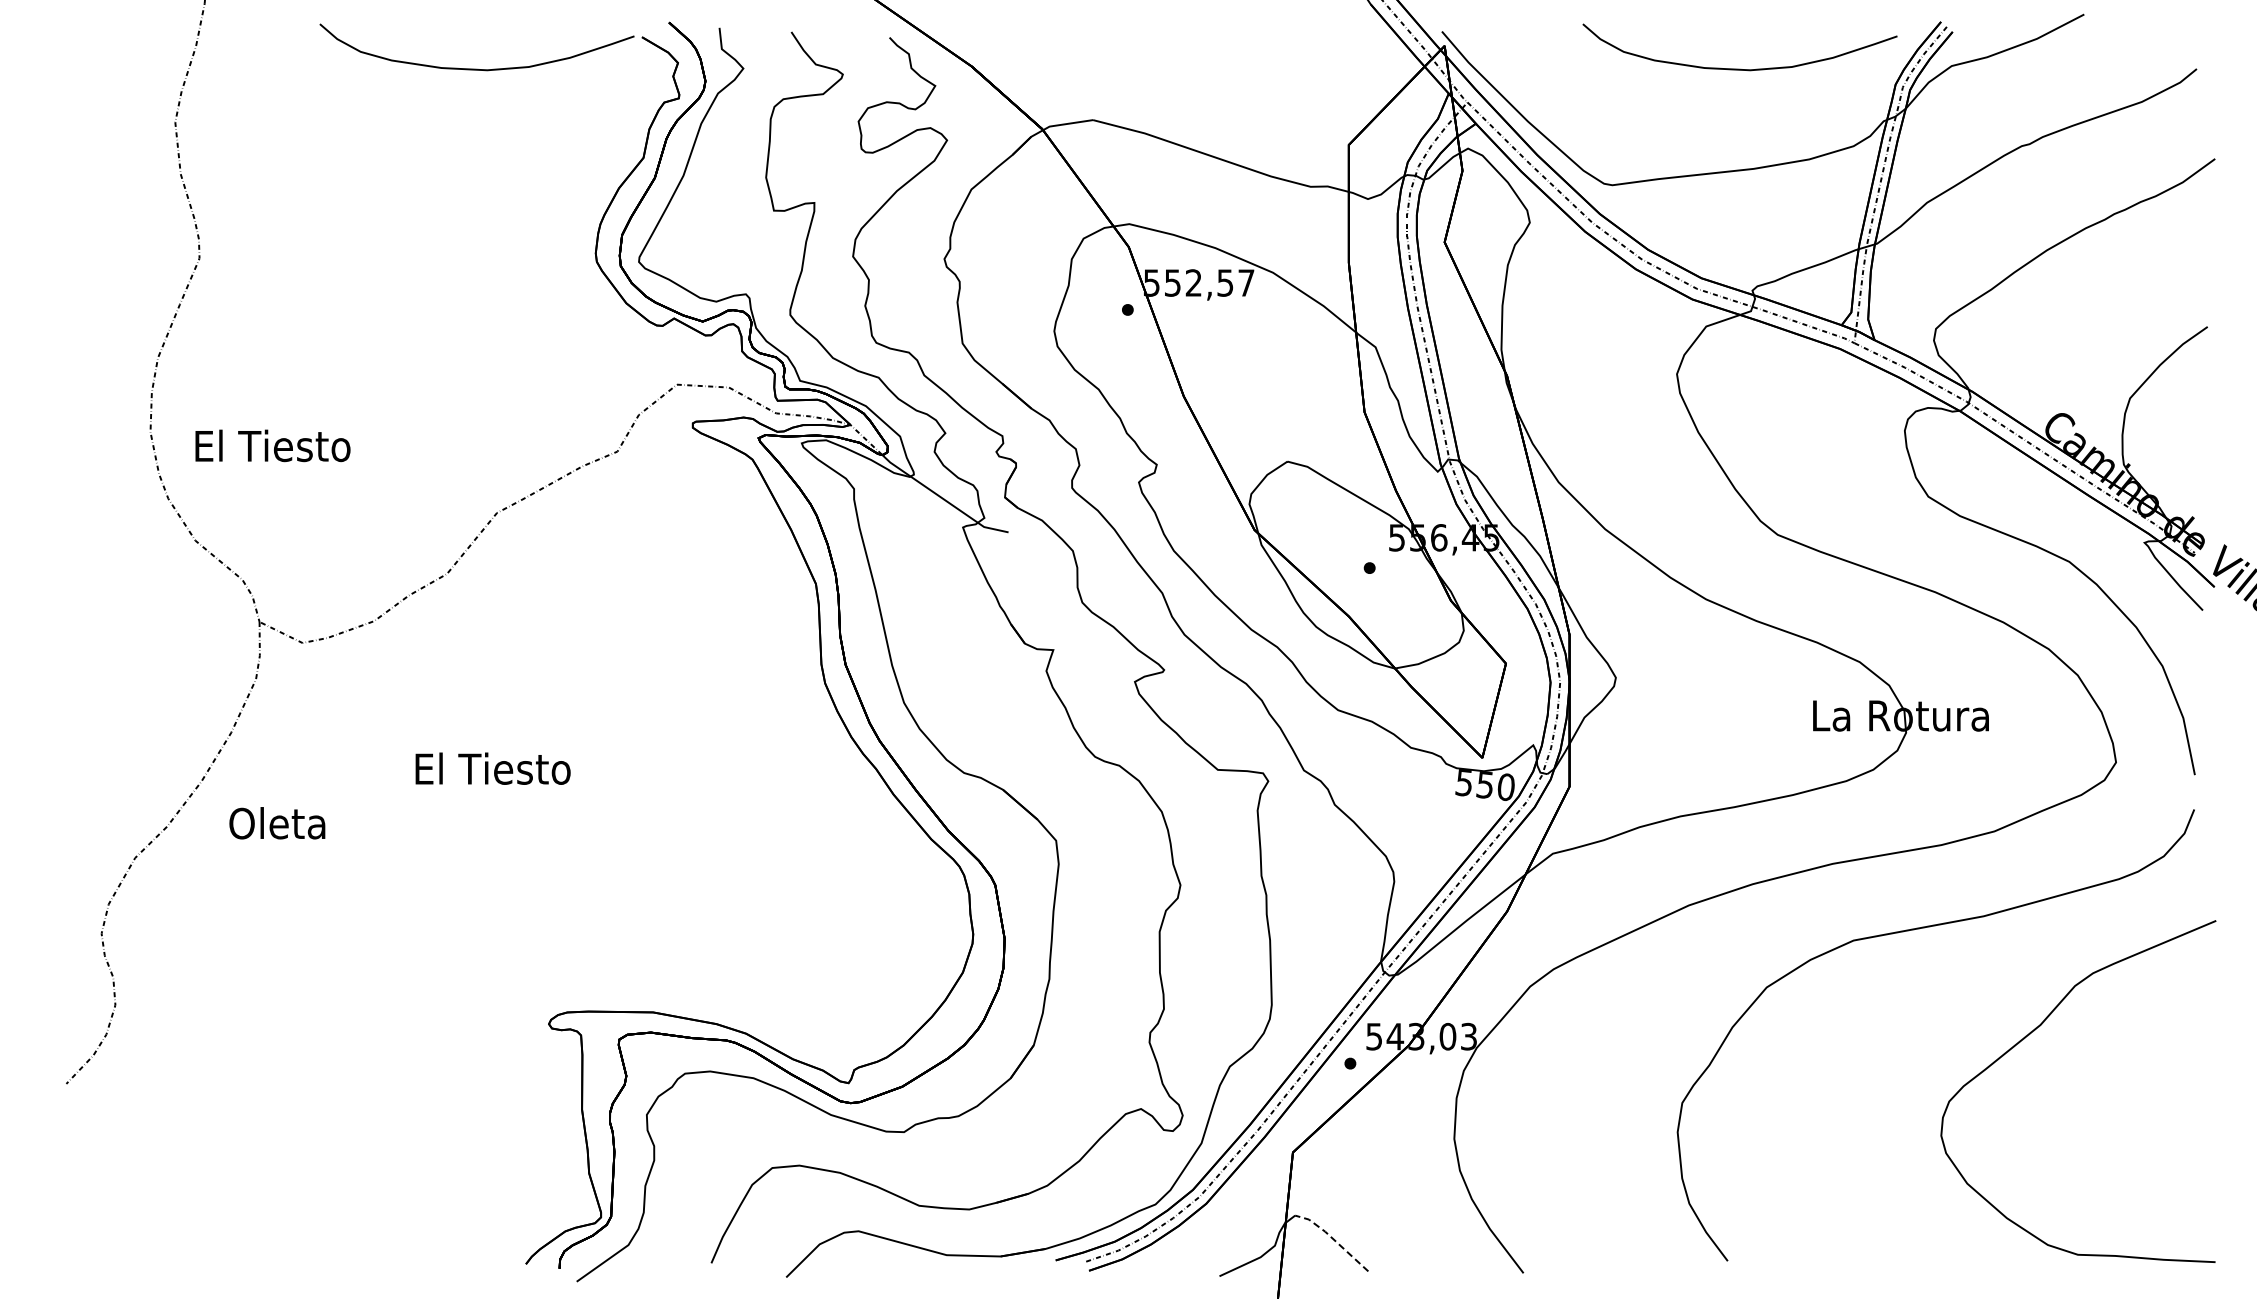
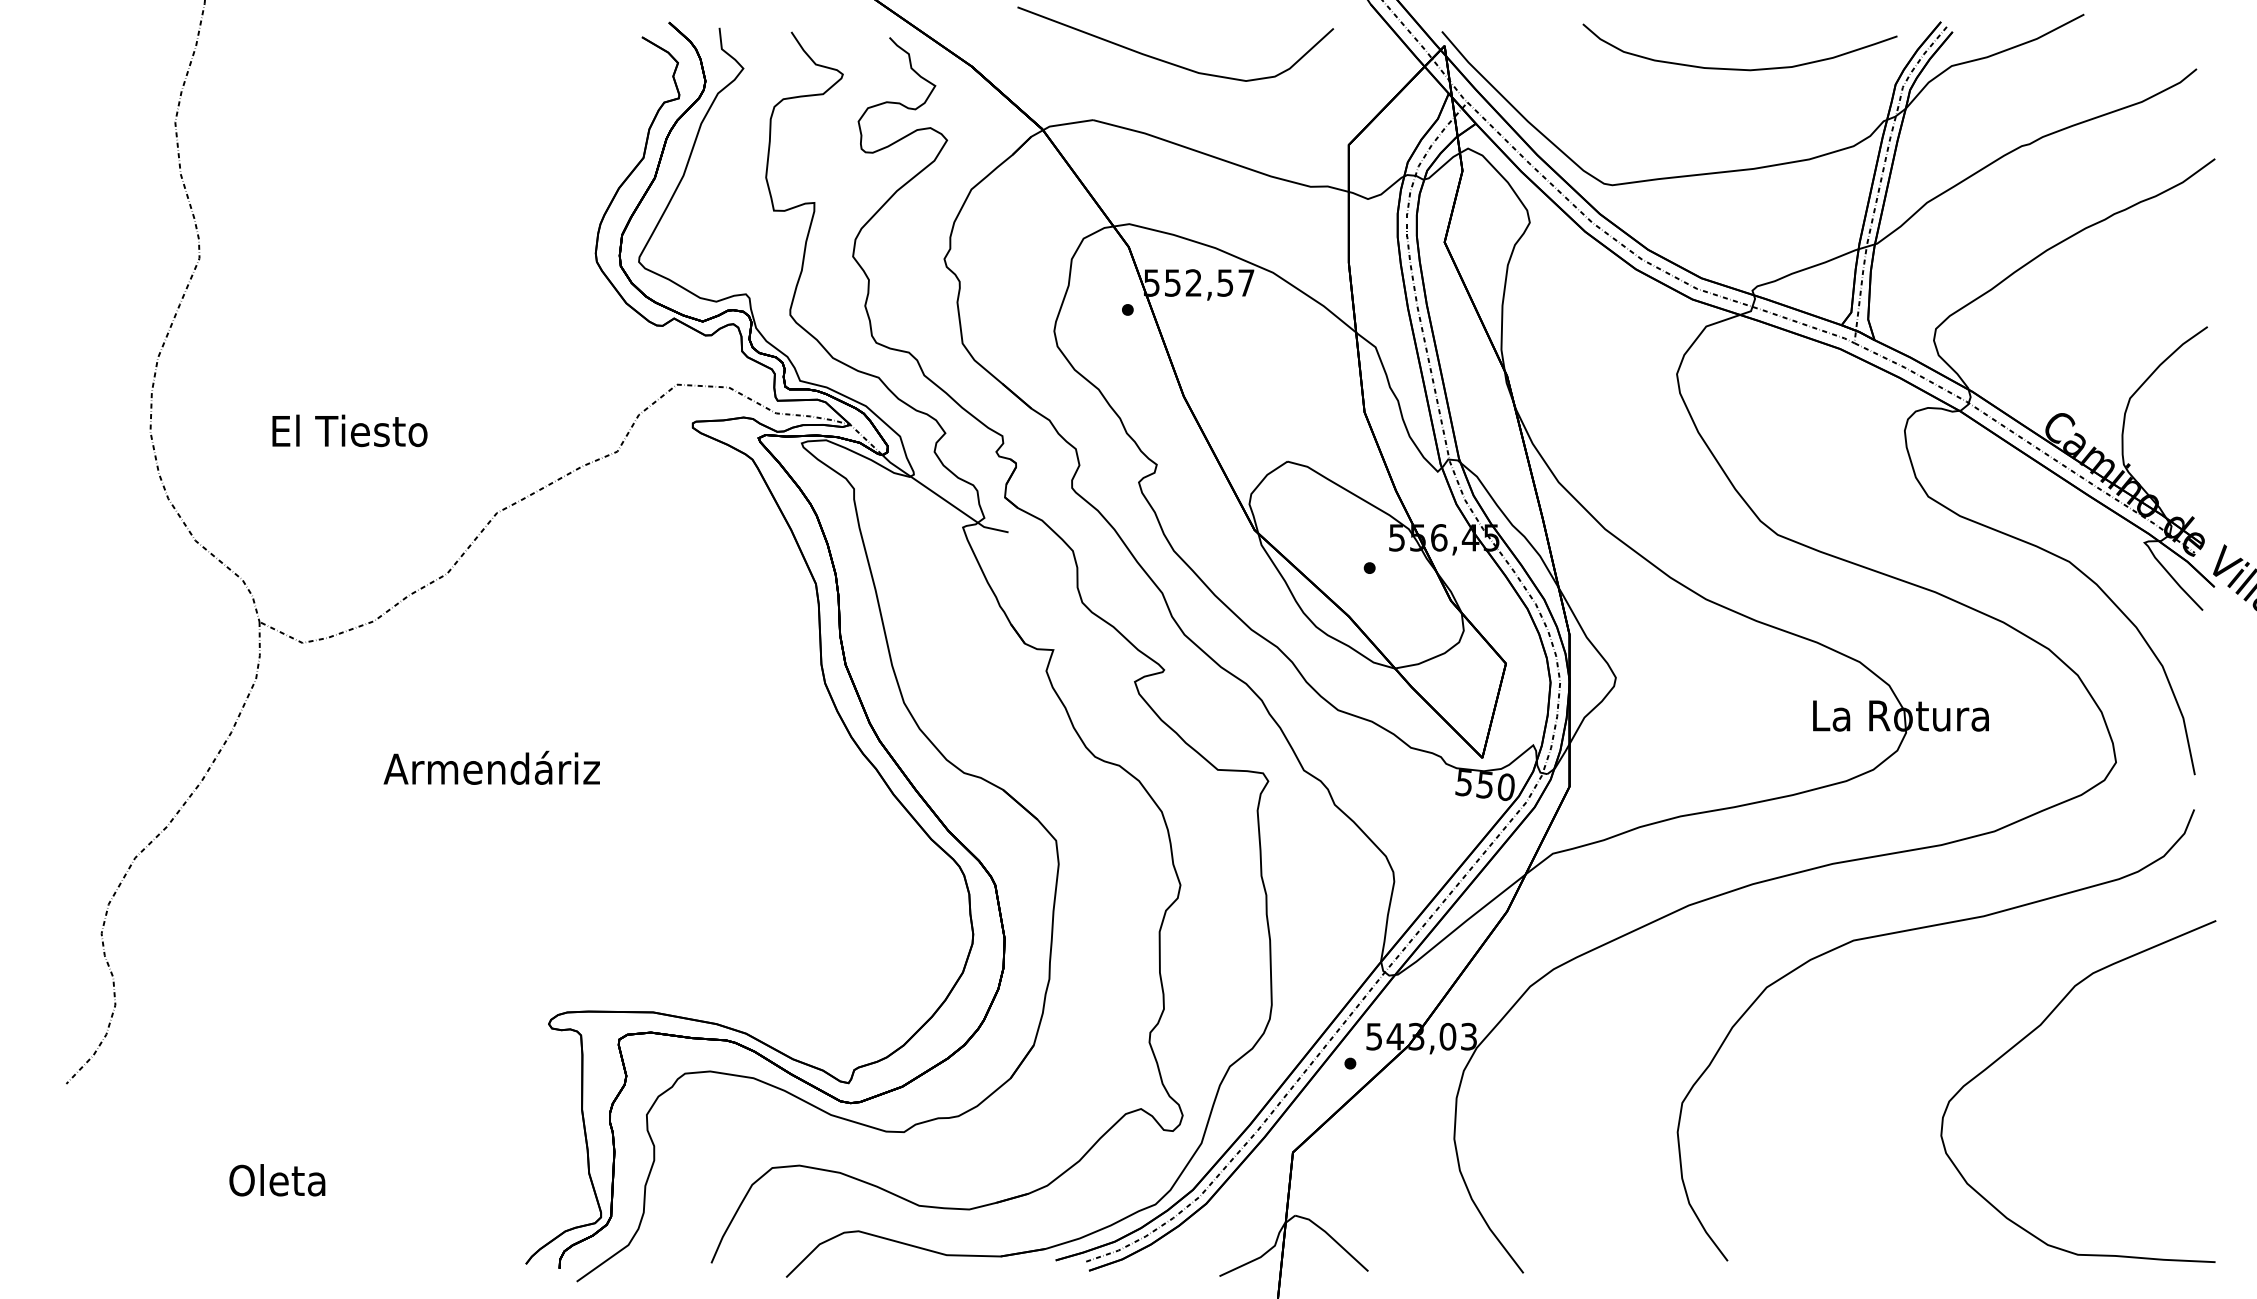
curve at (1168, 61): none -> present
curve at (476, 68): present -> none
text at (272, 445) position: (272, 445) -> (349, 430)
text at (491, 767): El Tiesto -> Armendáriz
text at (277, 823) position: (277, 823) -> (277, 1180)
line at (1332, 1238): dashed -> solid
